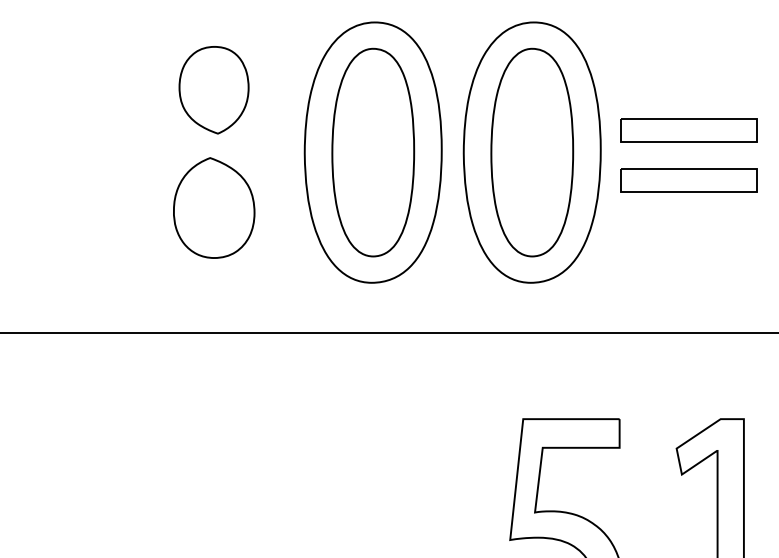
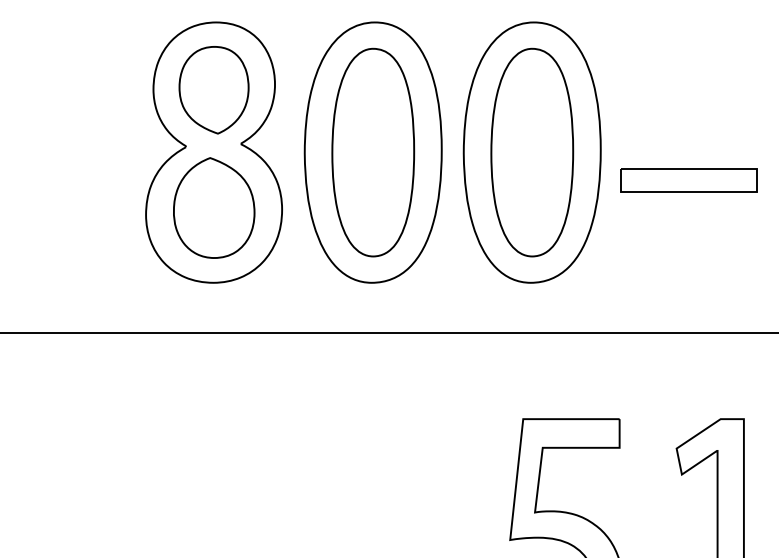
part at (688, 130): present -> none
part at (213, 152): none -> present
